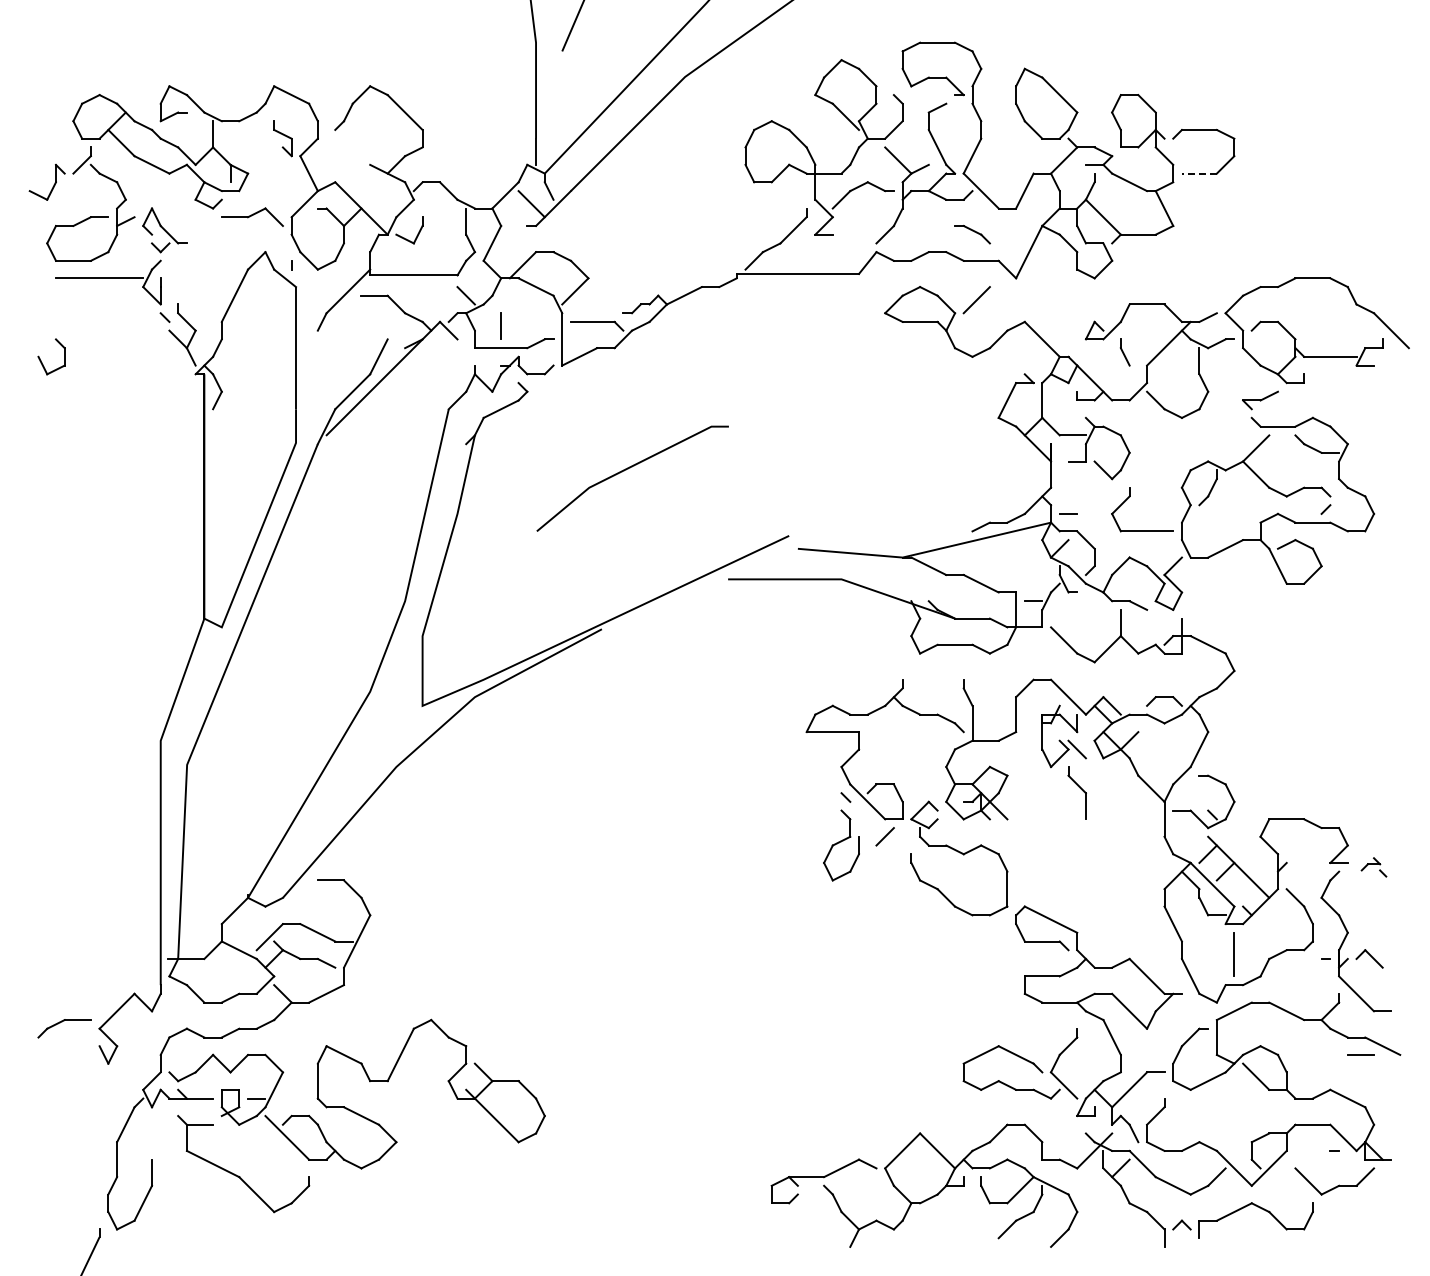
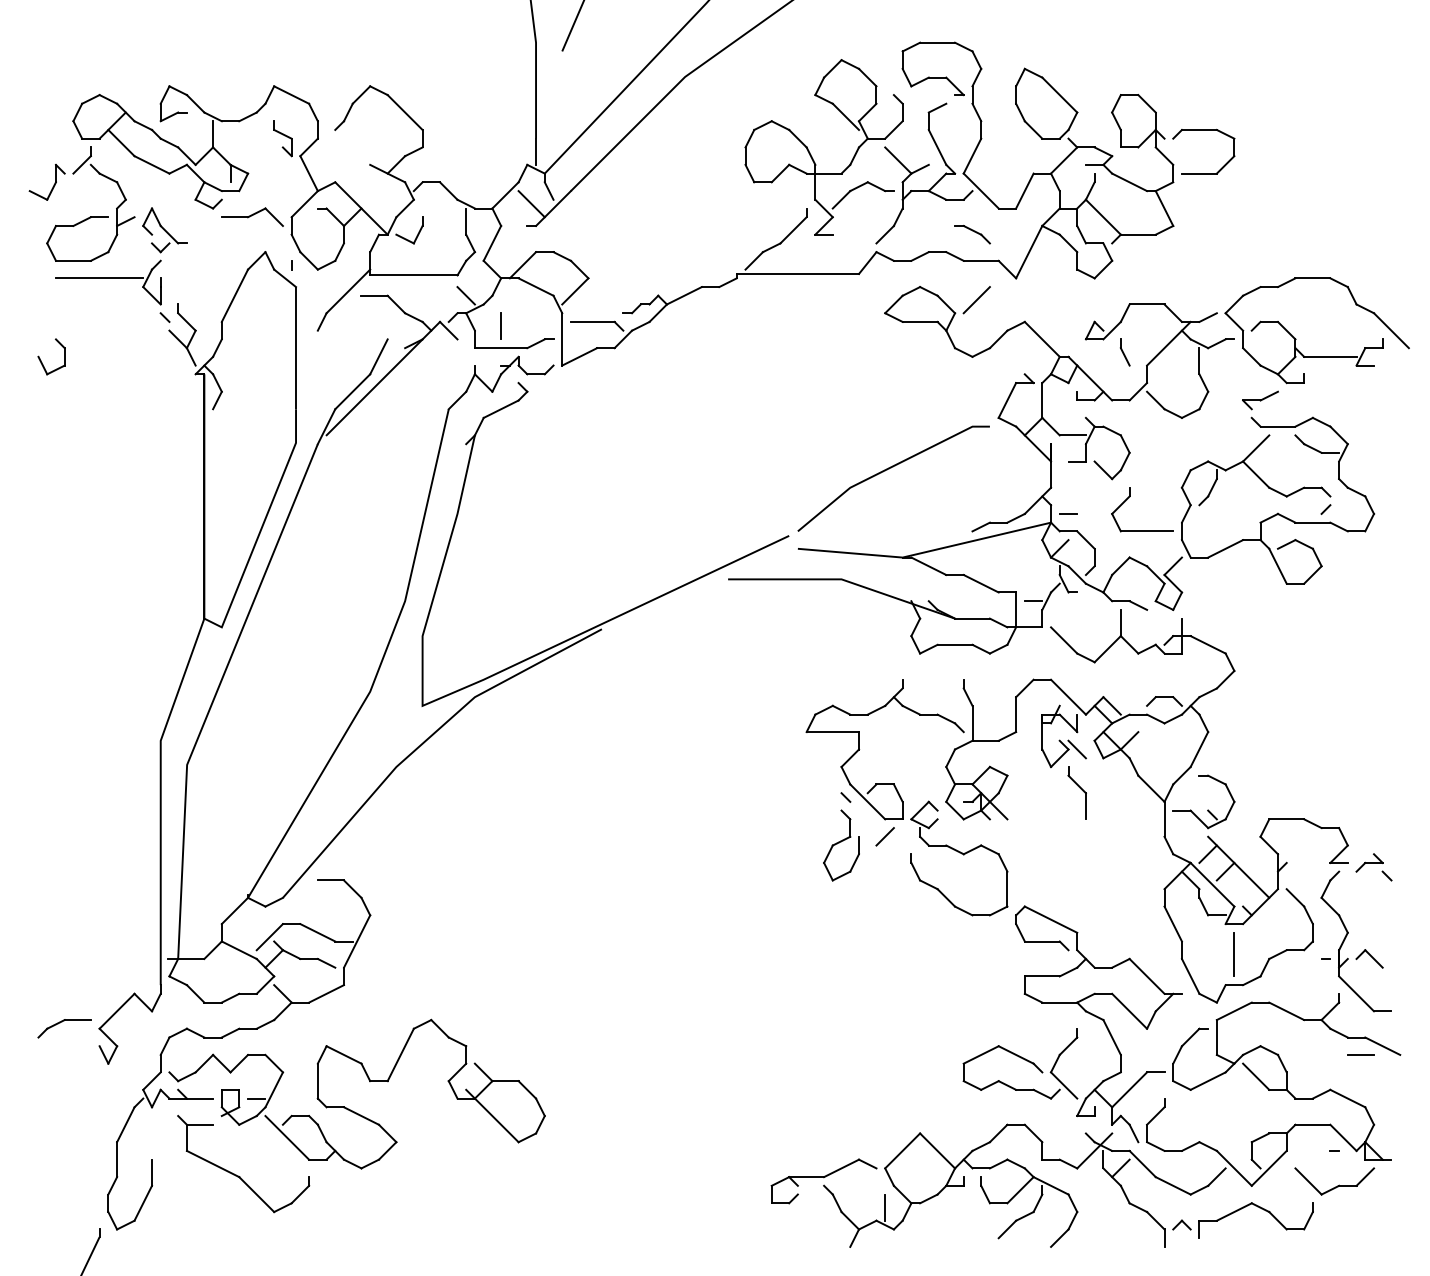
line at (1198, 173): dashed -> solid
line at (628, 469) position: (628, 469) -> (889, 469)
part at (1373, 867) size: 28x21 px -> 38x29 px
line at (885, 1207): none -> present
